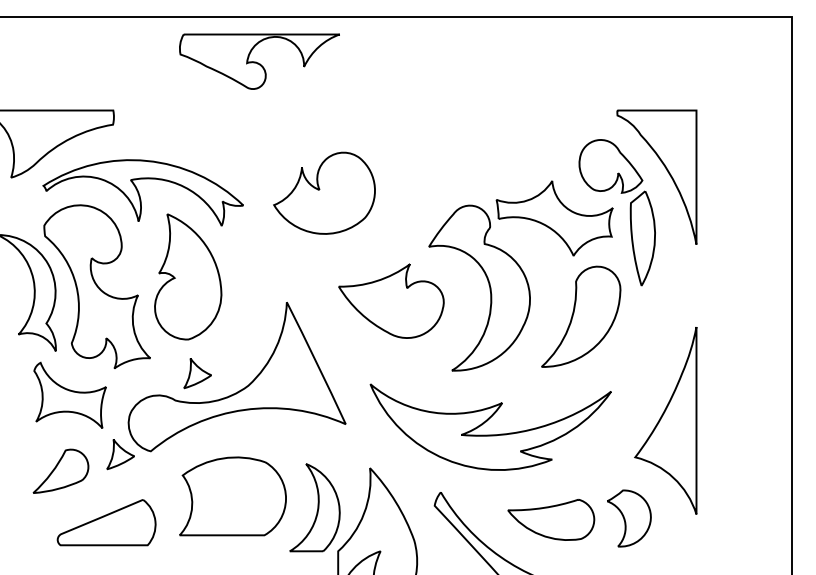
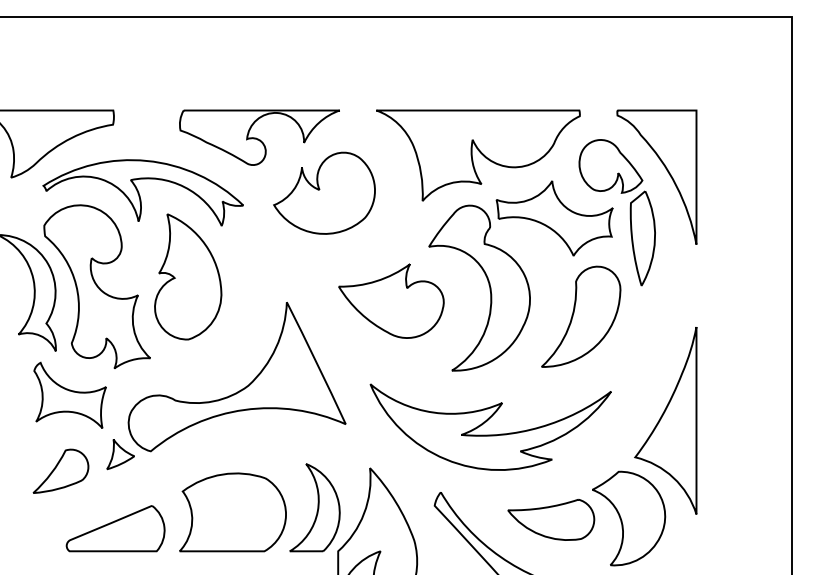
part at (259, 61) position: (259, 61) -> (259, 137)
part at (478, 155): none -> present
part at (197, 373): present -> none
part at (232, 496) position: (232, 496) -> (232, 512)
part at (629, 518) size: 45x59 px -> 75x97 px
part at (106, 522) position: (106, 522) -> (115, 528)
